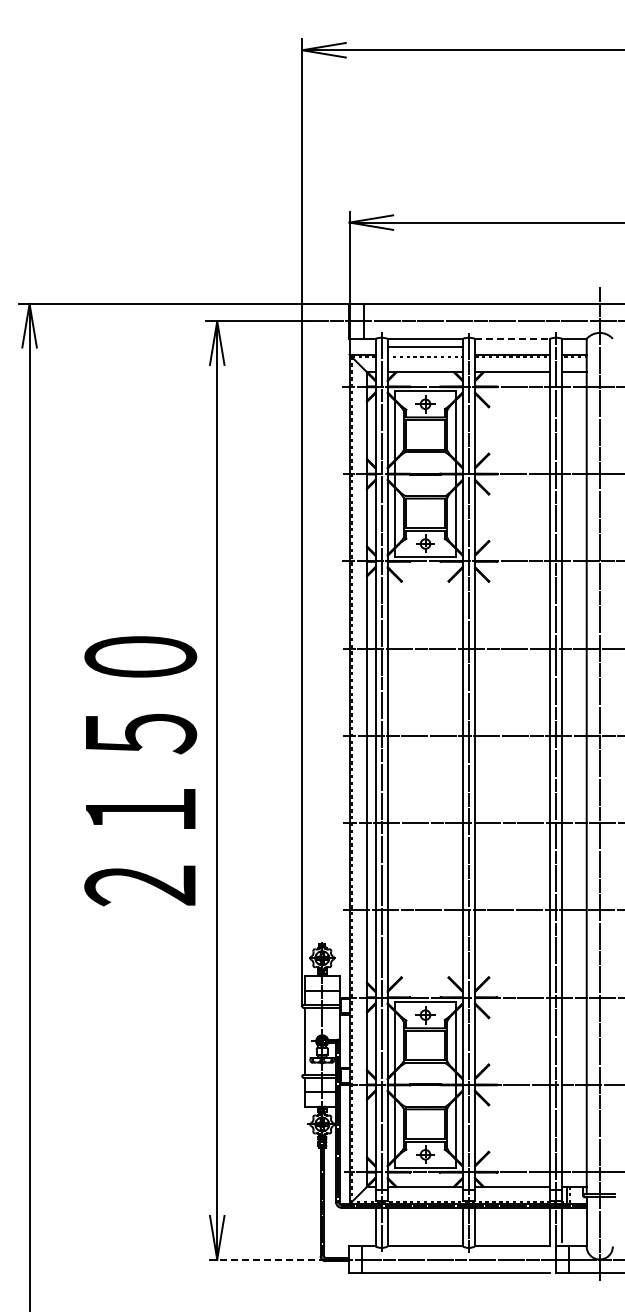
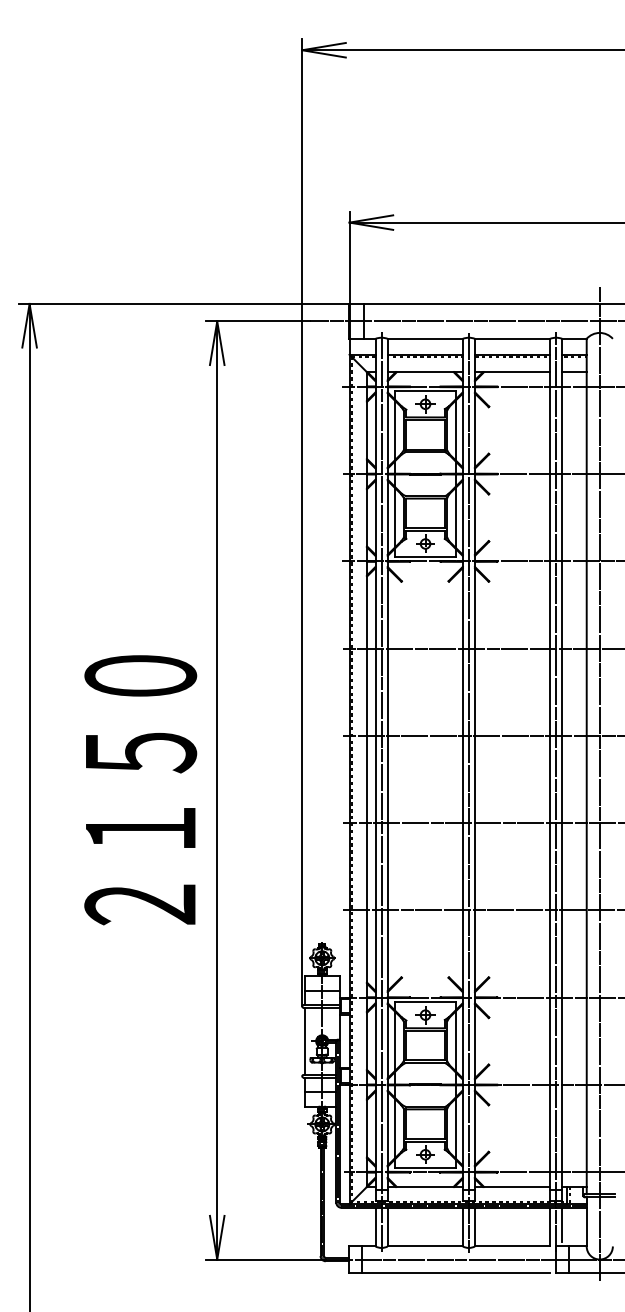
line at (512, 338): dashed -> solid
line at (424, 346) position: (424, 346) -> (424, 354)
text at (140, 771) position: (140, 771) -> (140, 790)
line at (266, 1259): dashed -> solid
